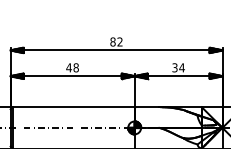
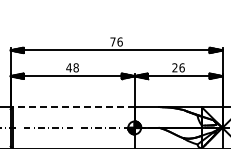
text at (116, 41): 82 -> 76
text at (178, 67): 34 -> 26
line at (73, 107): solid -> dashed
